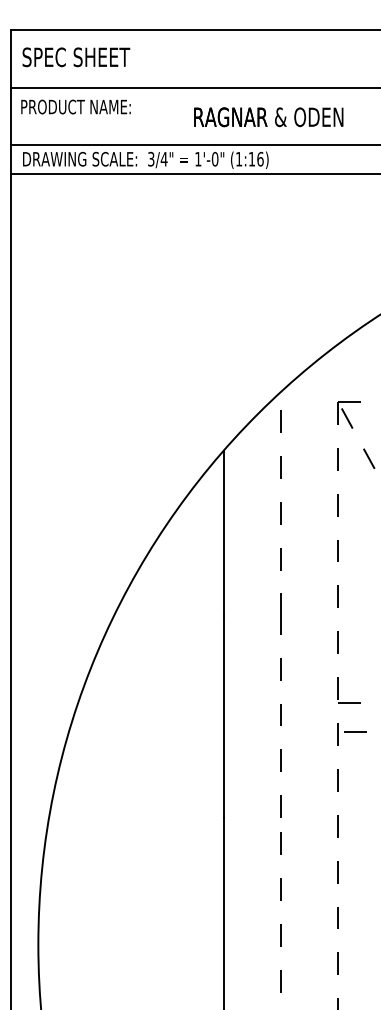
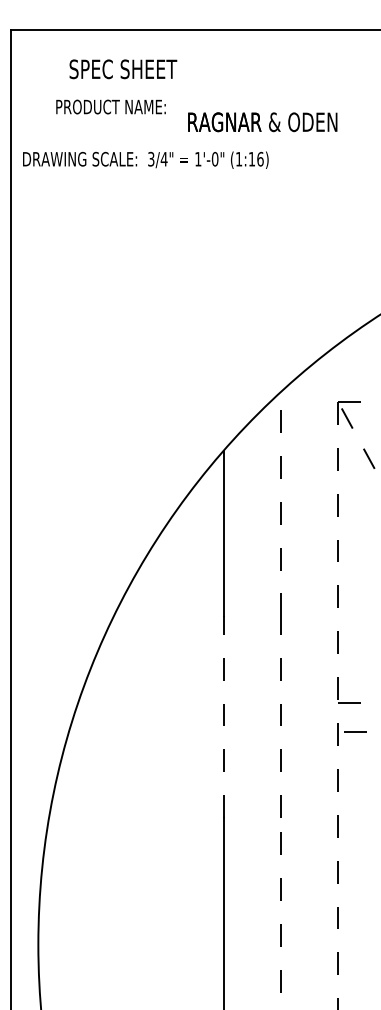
text at (76, 57) position: (76, 57) -> (123, 69)
line at (194, 87): present -> none
text at (75, 106) position: (75, 106) -> (110, 106)
text at (268, 117) position: (268, 117) -> (262, 122)
line at (194, 144): present -> none
line at (194, 173): present -> none
line at (223, 717): solid -> dashed
